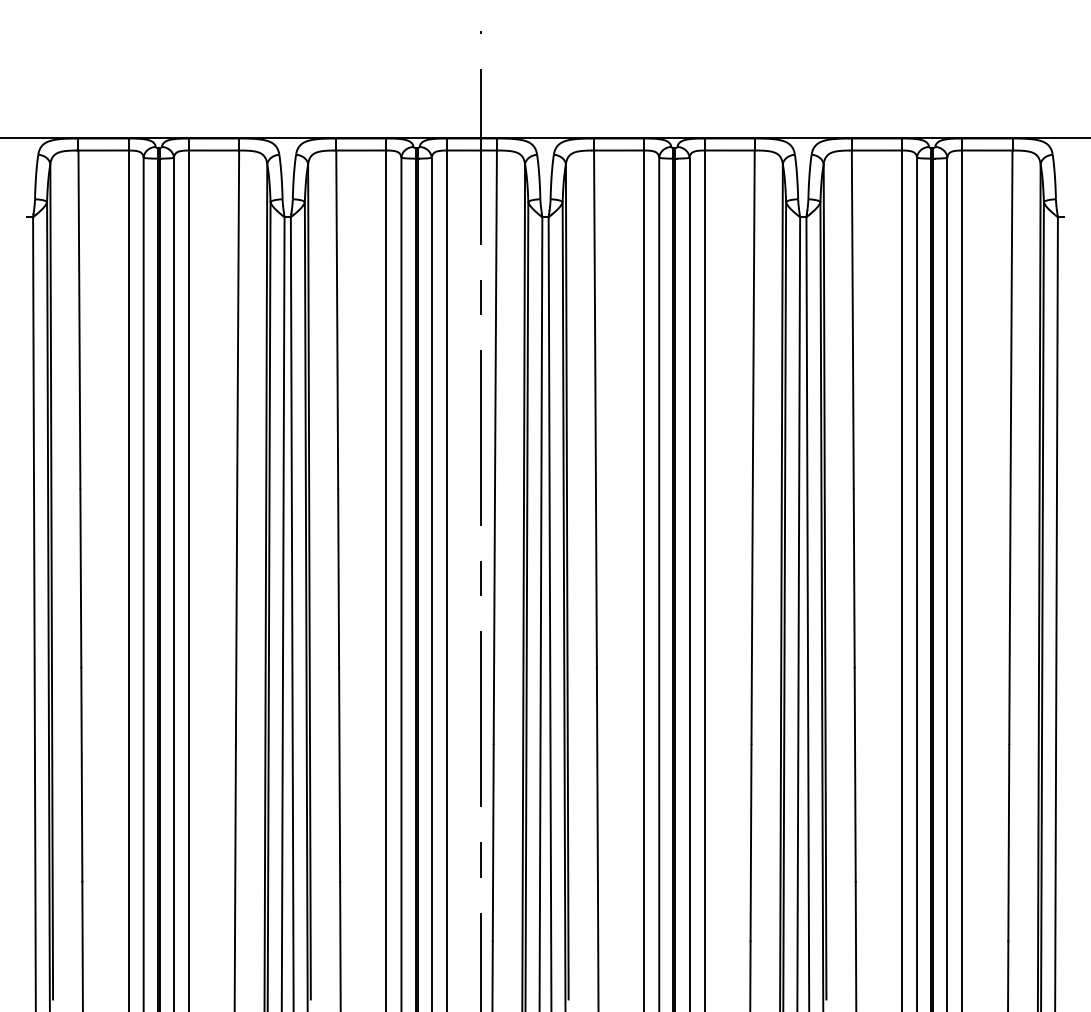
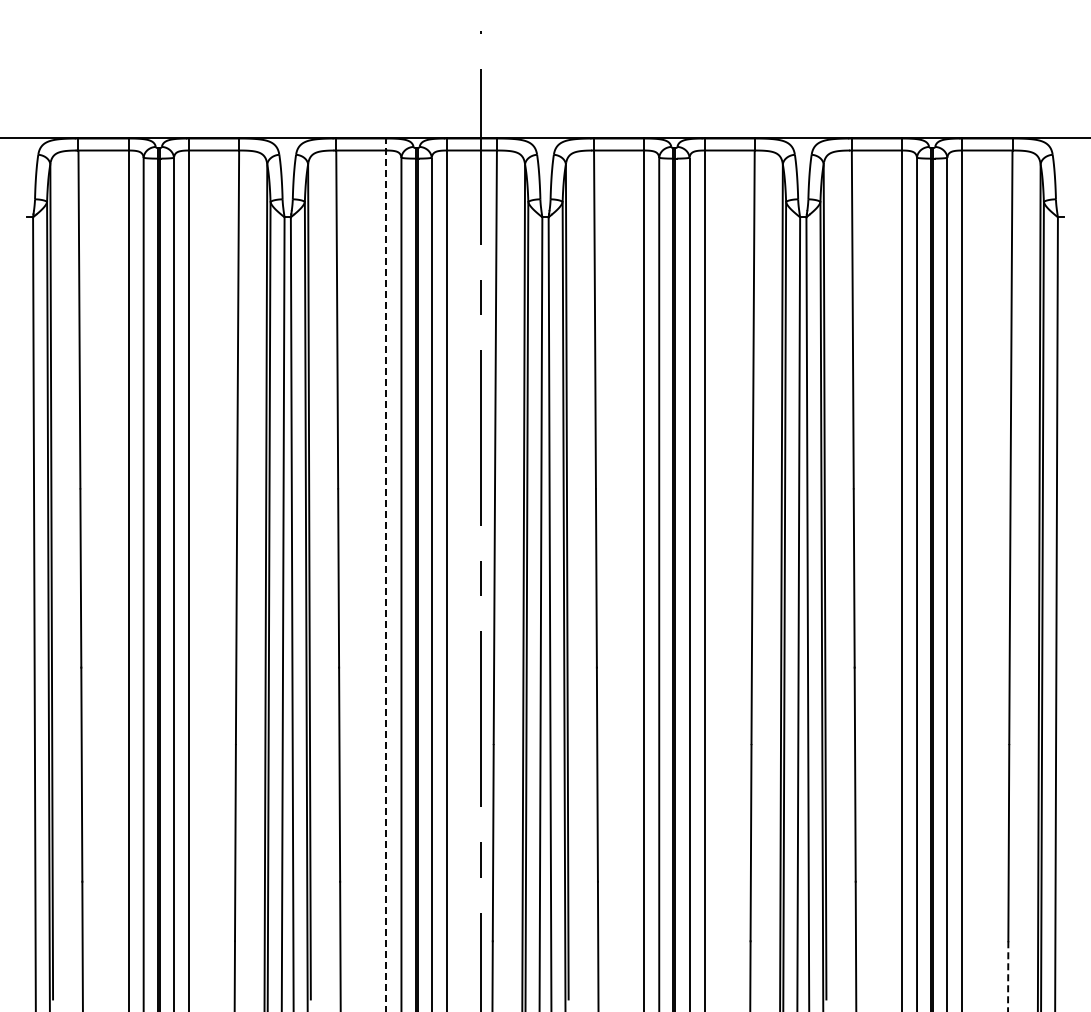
line at (386, 574): solid -> dashed
line at (1008, 976): solid -> dashed
